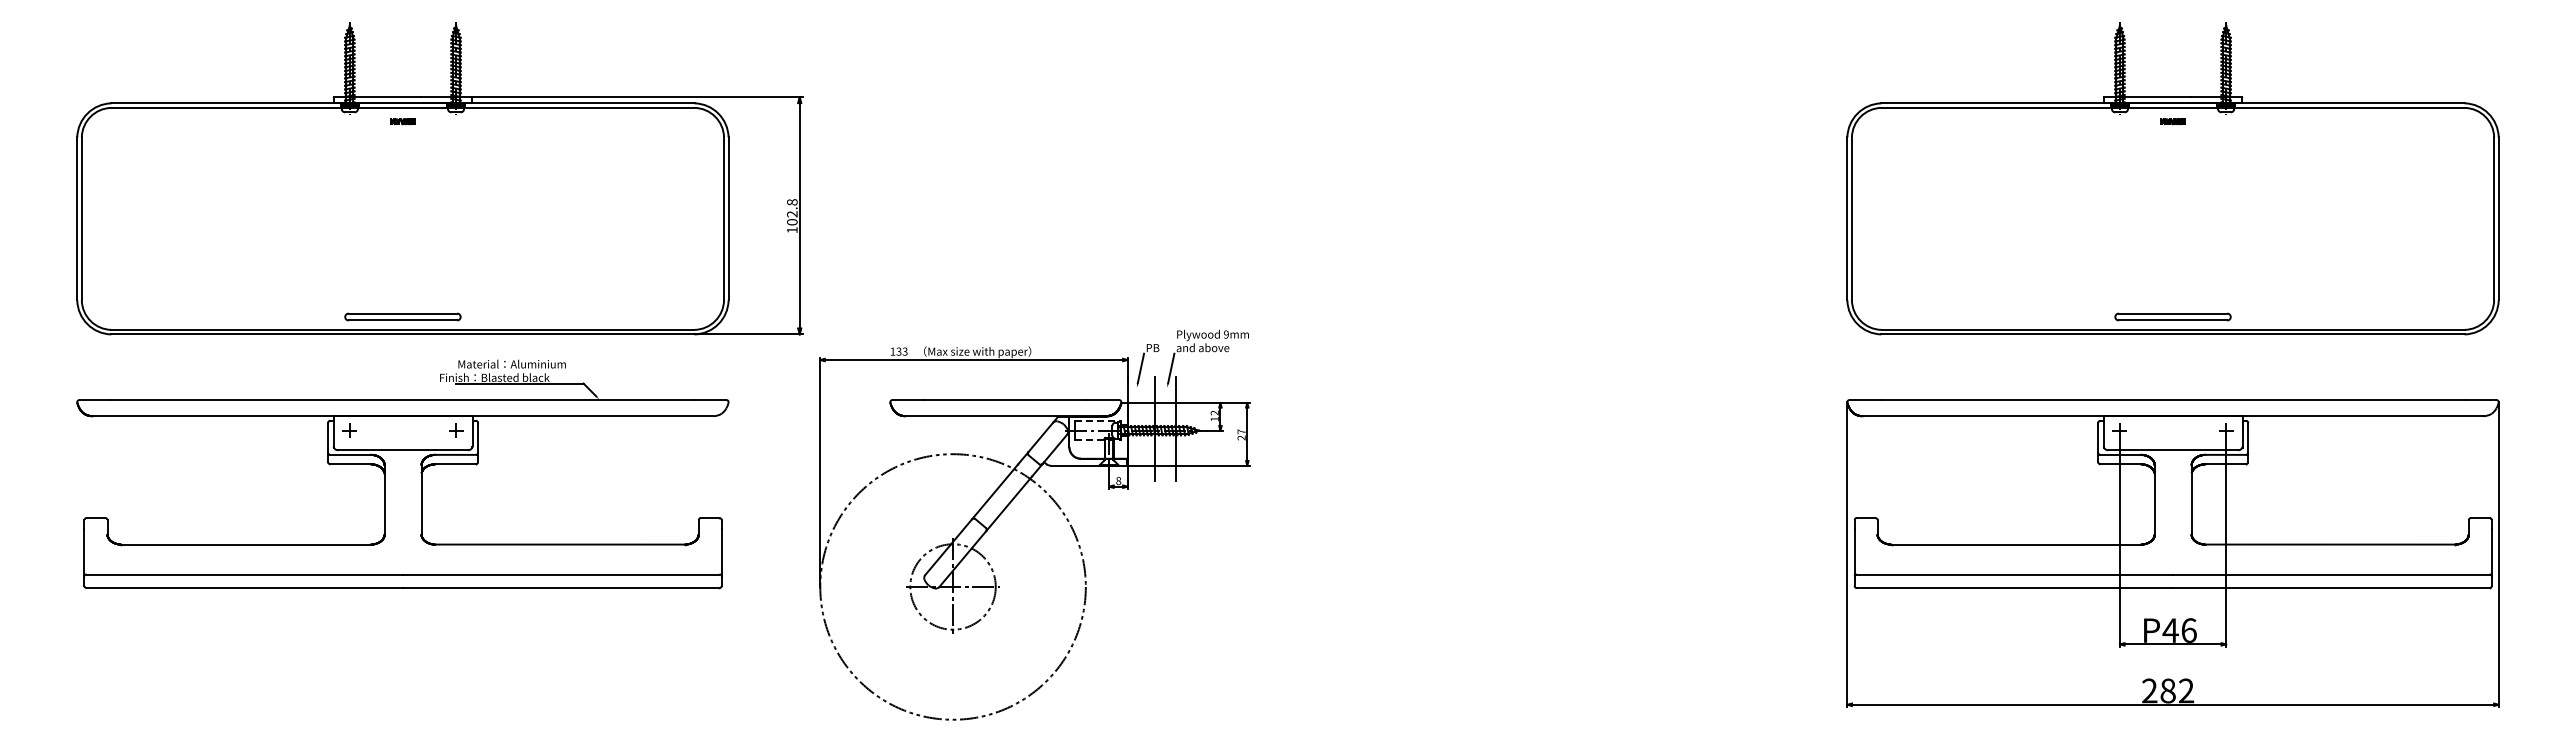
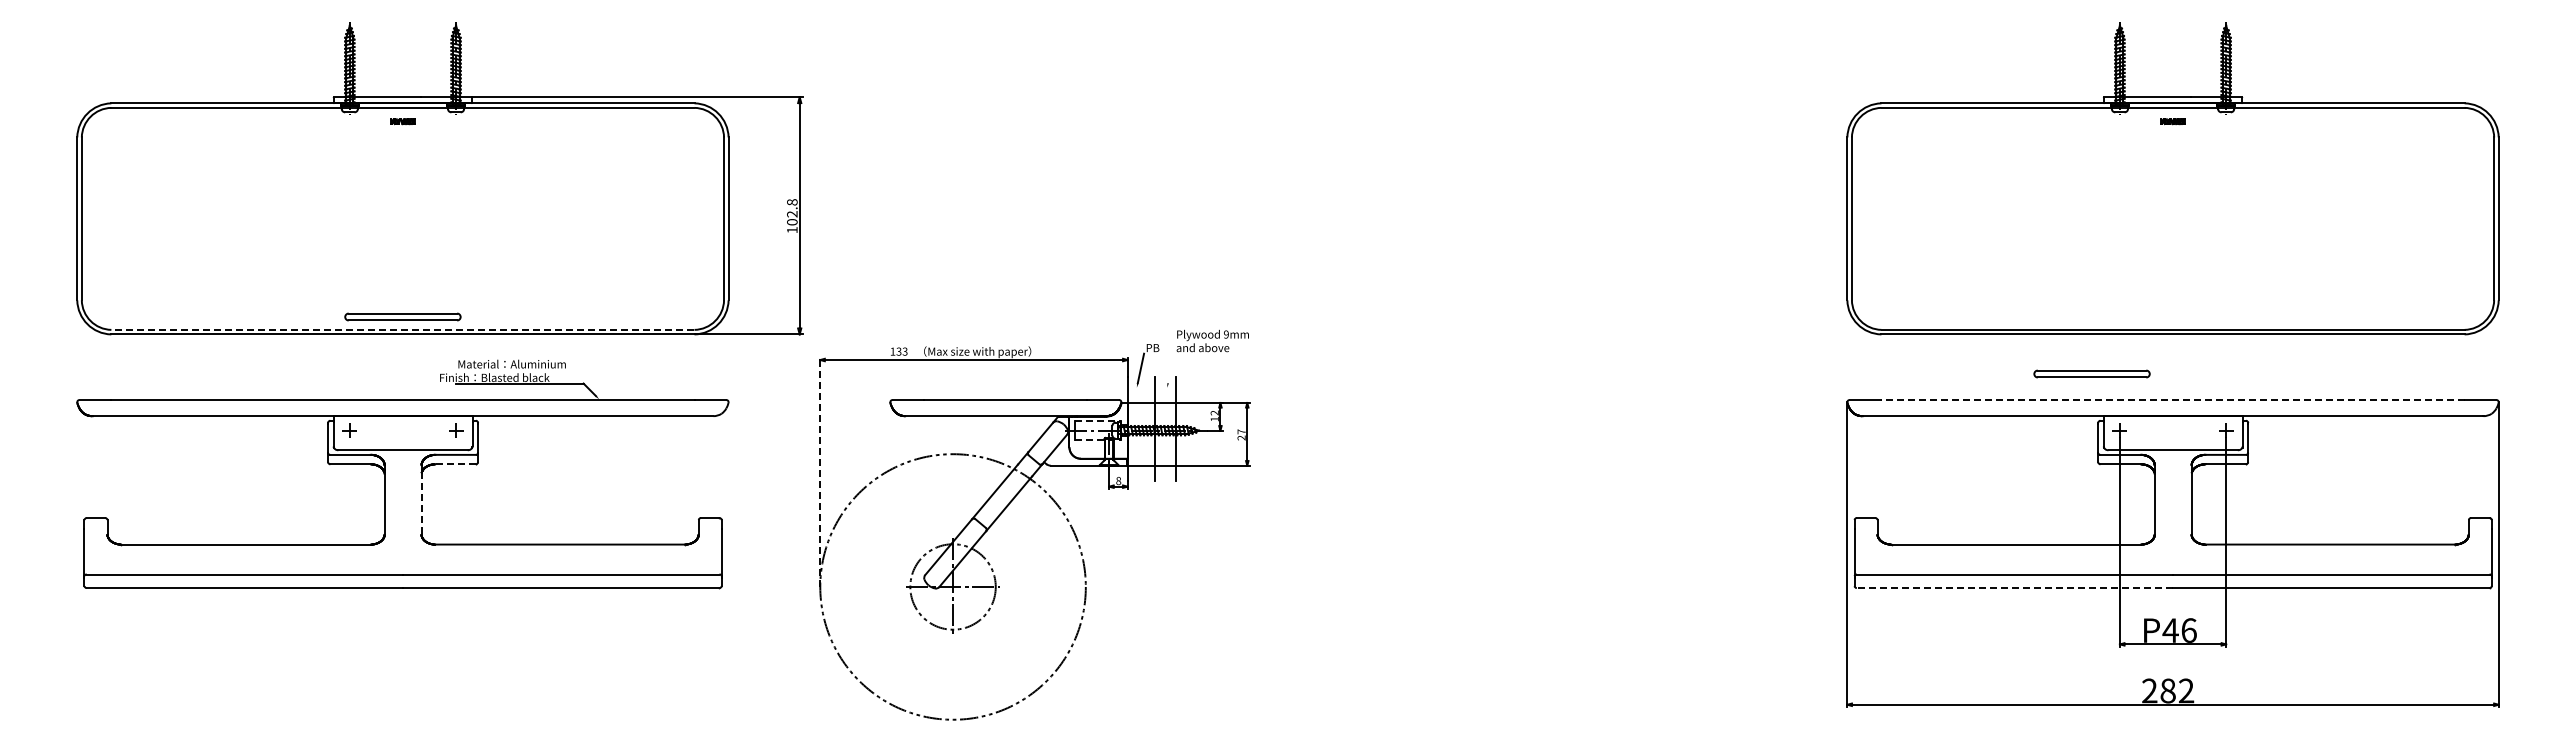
part at (2172, 316) position: (2172, 316) -> (2091, 373)
line at (402, 329): solid -> dashed
line at (1171, 368): present -> none
line at (2173, 400): solid -> dashed
line at (455, 464): solid -> dashed
line at (820, 472): solid -> dashed
line at (421, 501): solid -> dashed
line at (2014, 588): solid -> dashed
